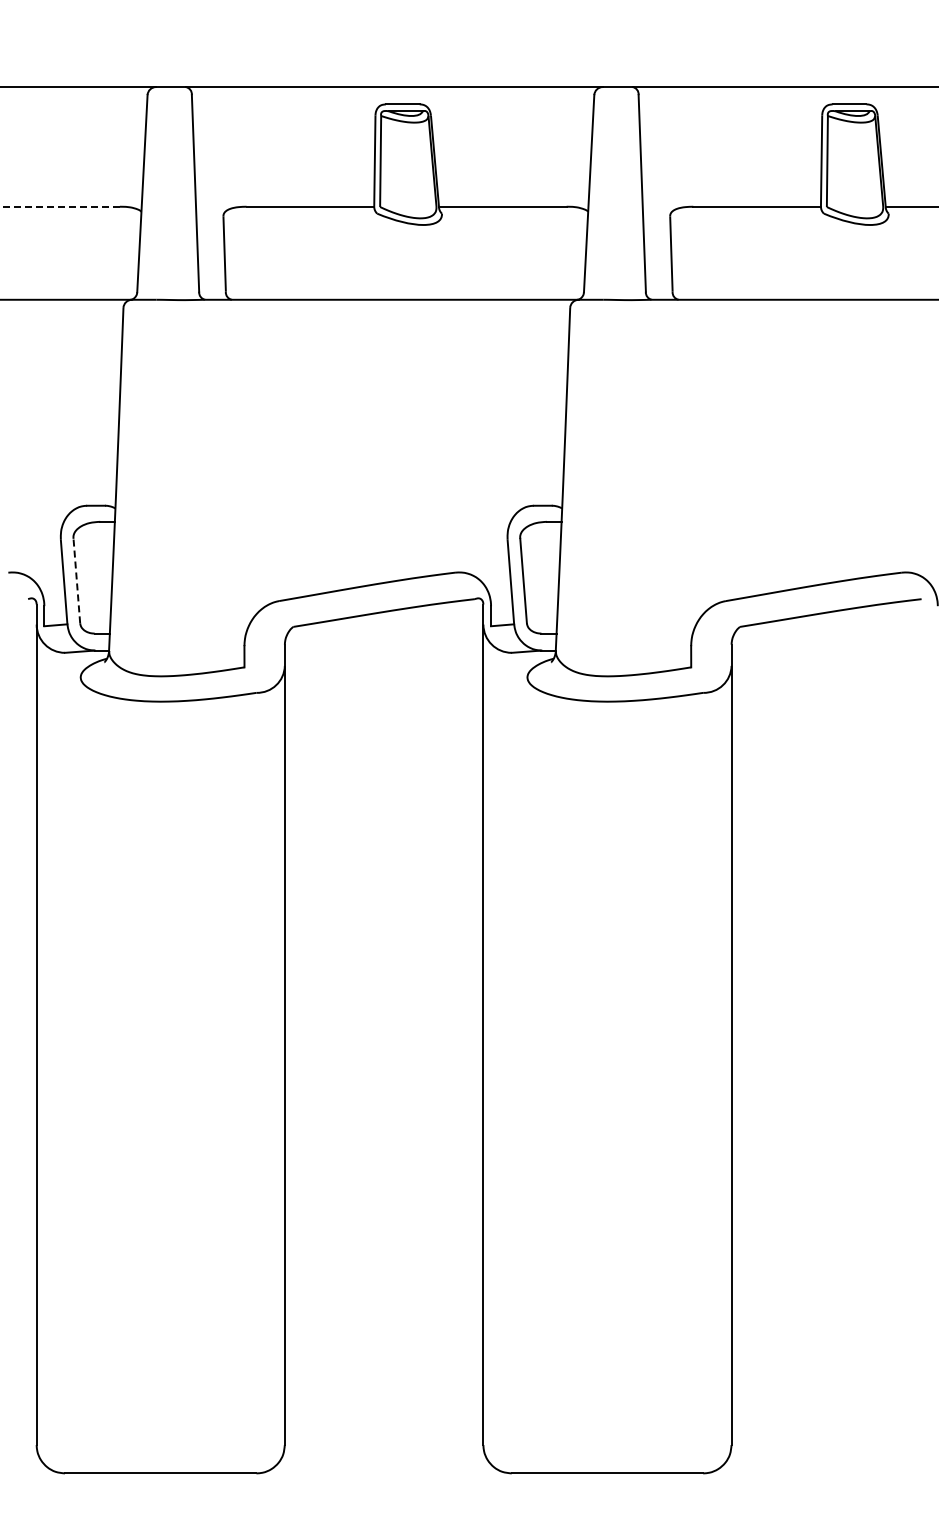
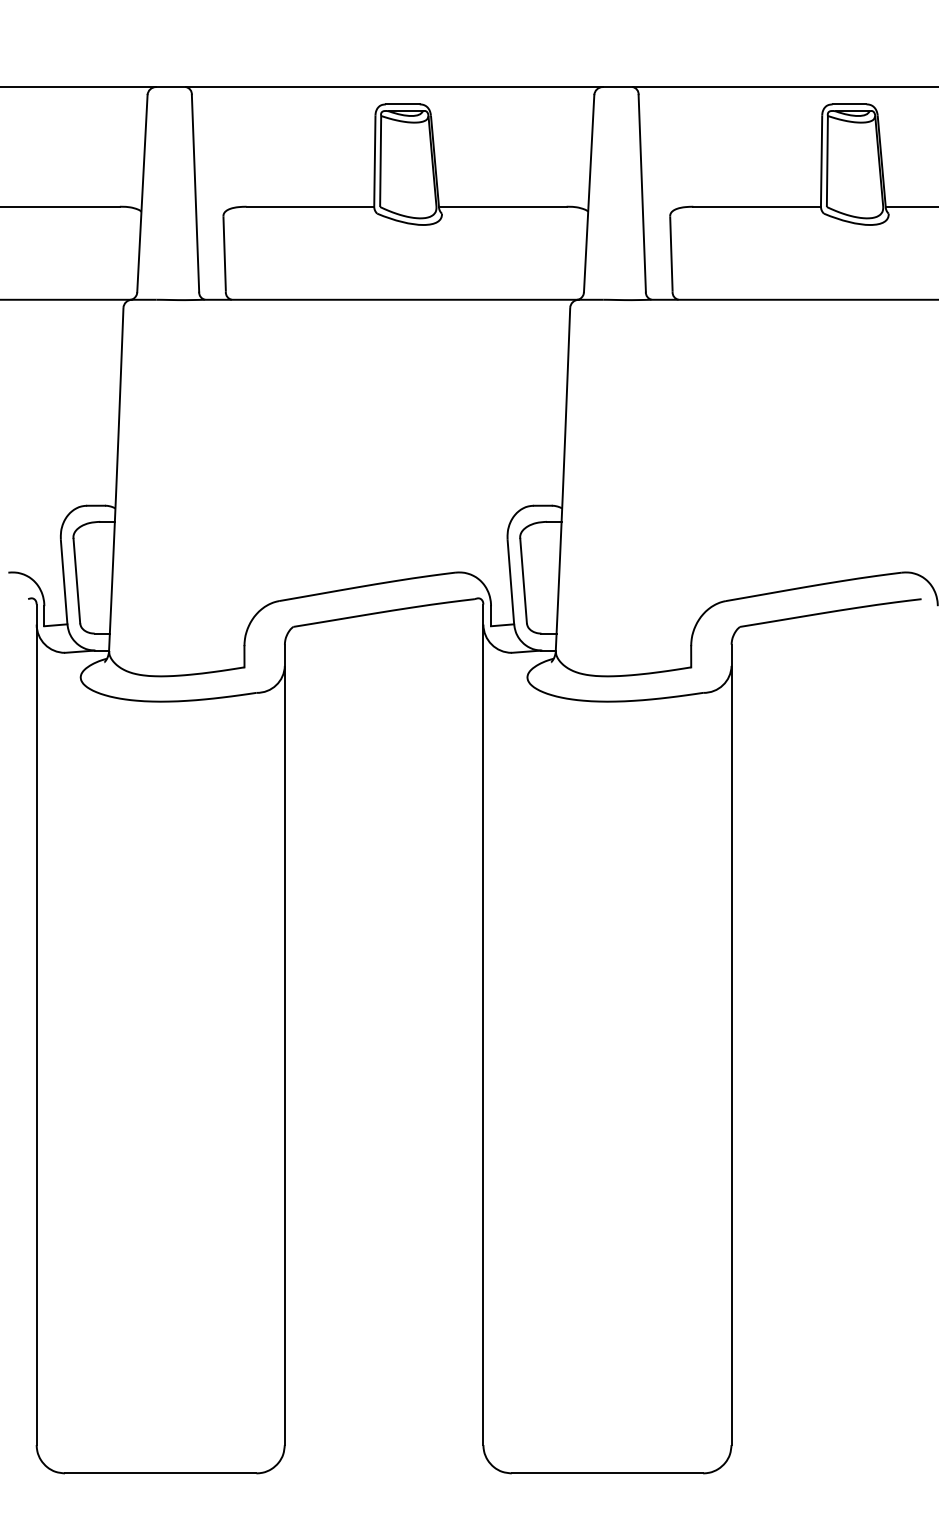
line at (60, 206): dashed -> solid
line at (76, 580): dashed -> solid
